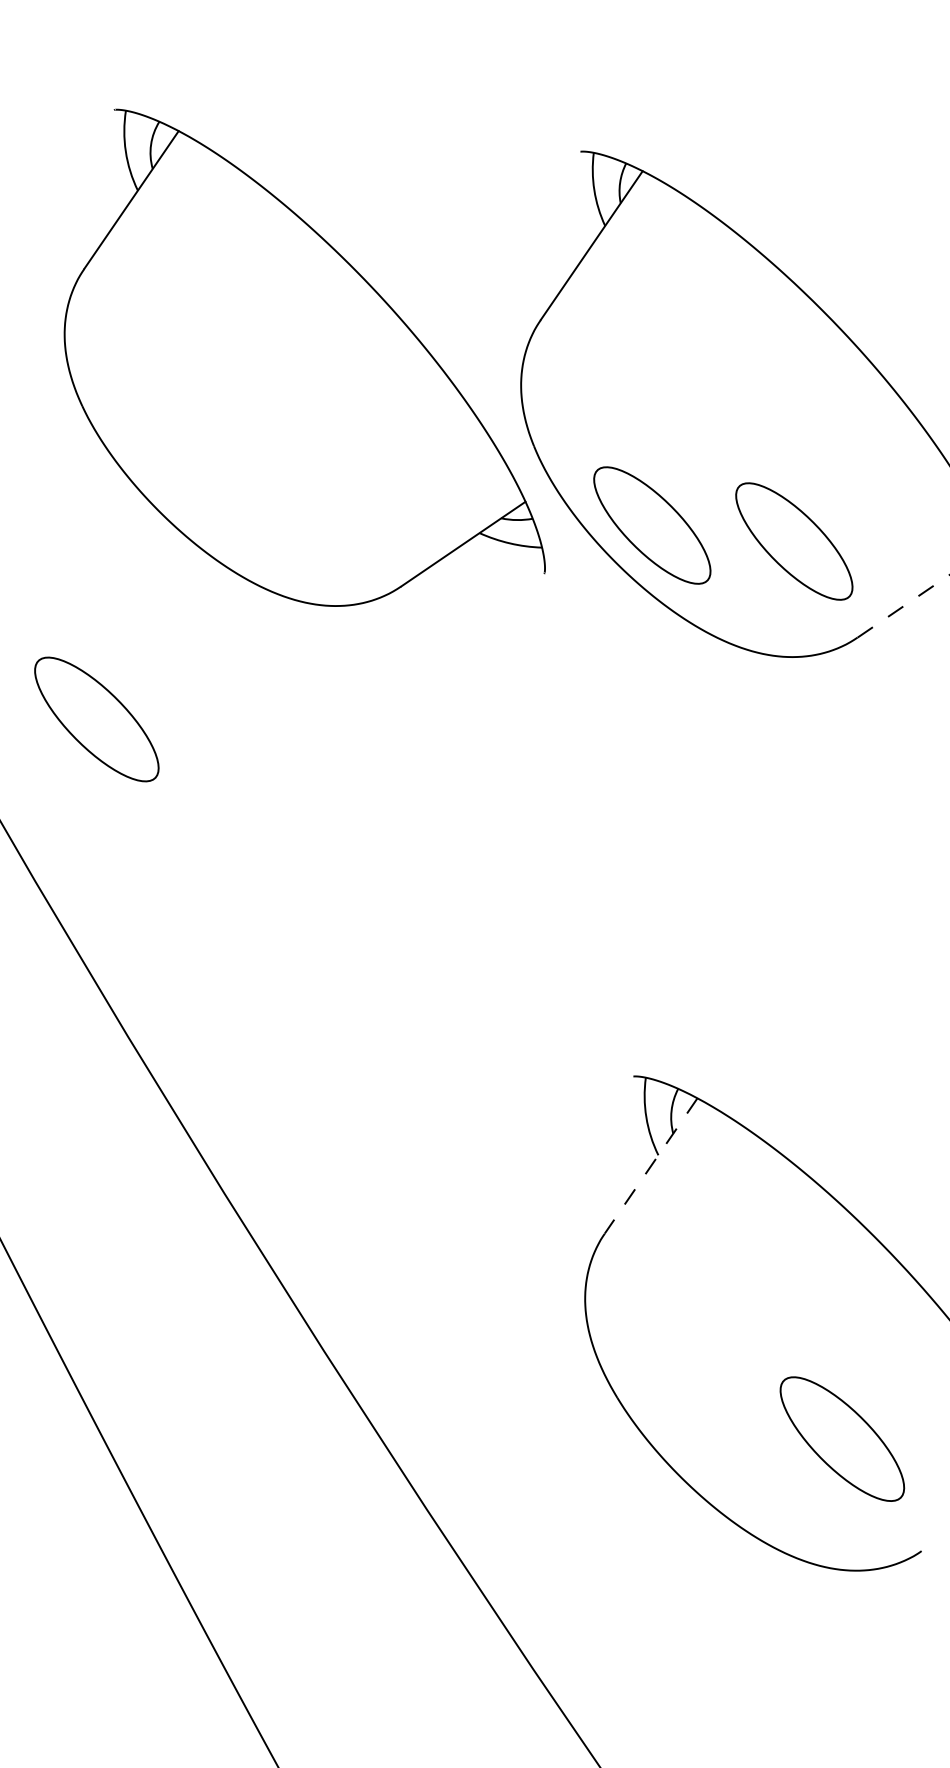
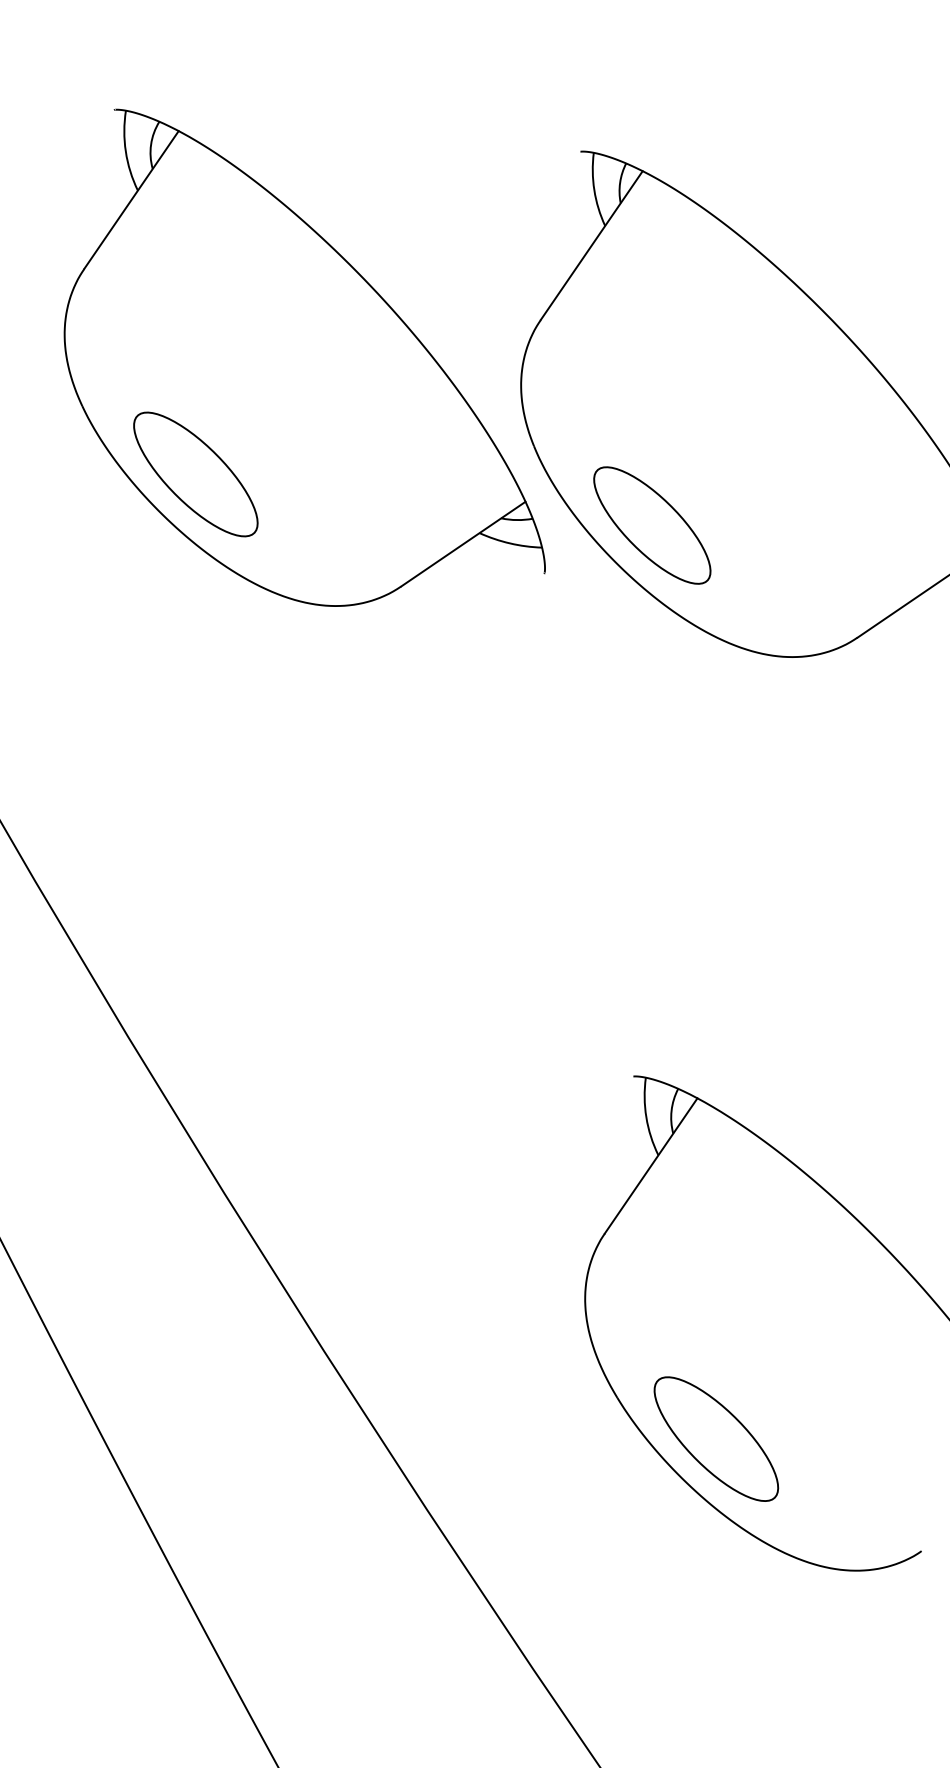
part at (794, 541): present -> none
line at (903, 606): dashed -> solid
part at (96, 719) position: (96, 719) -> (195, 474)
line at (651, 1165): dashed -> solid
part at (842, 1438) position: (842, 1438) -> (716, 1438)
